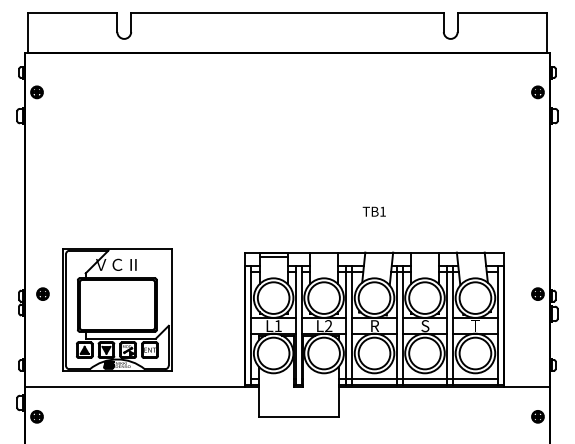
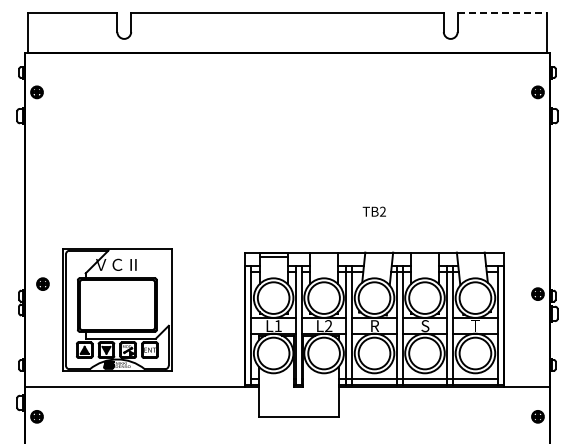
line at (502, 13): solid -> dashed
text at (382, 211): TB1 -> TB2
part at (42, 293) position: (42, 293) -> (42, 283)
